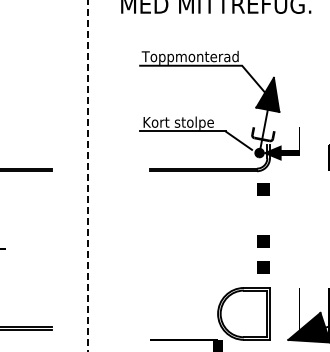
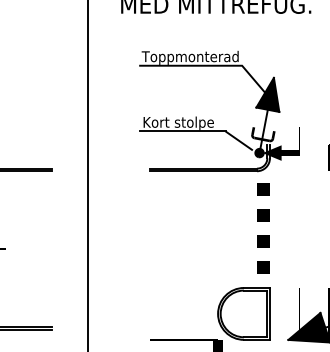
line at (87, 176): dashed -> solid
line at (263, 215): none -> present
